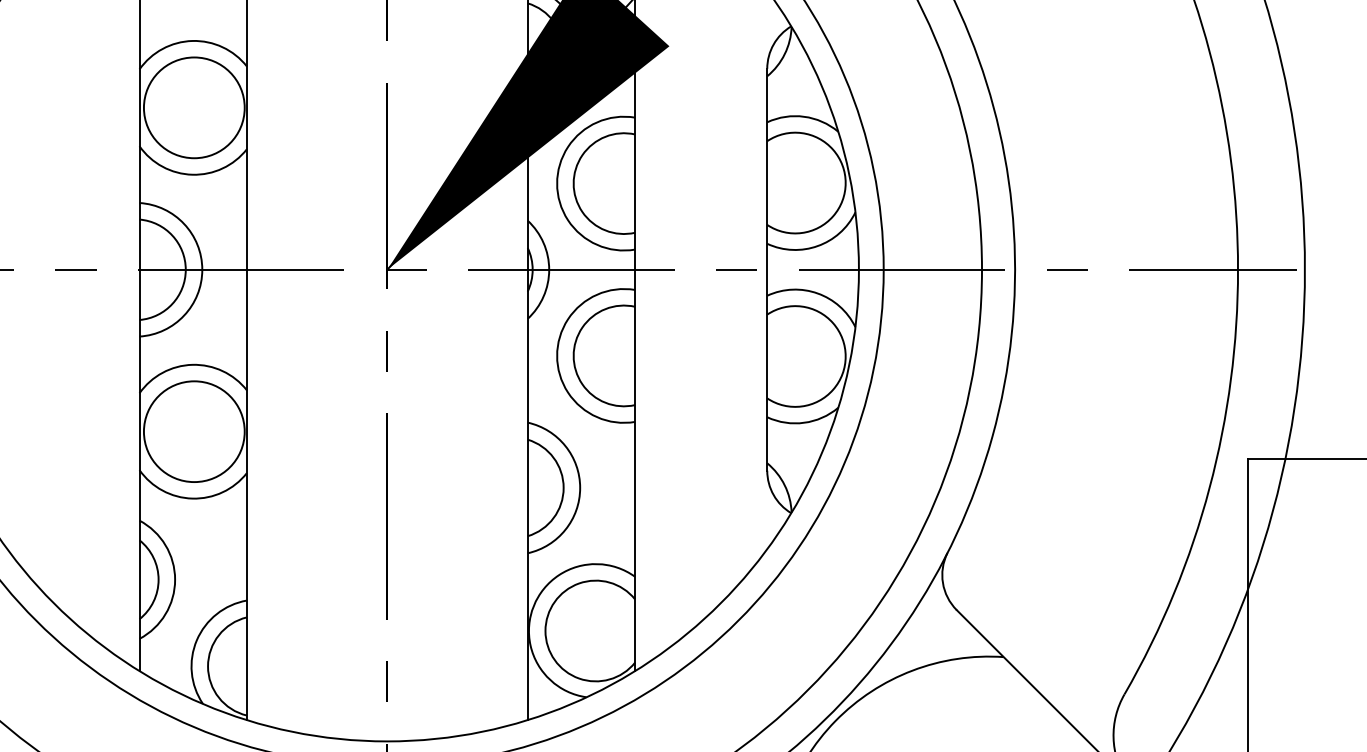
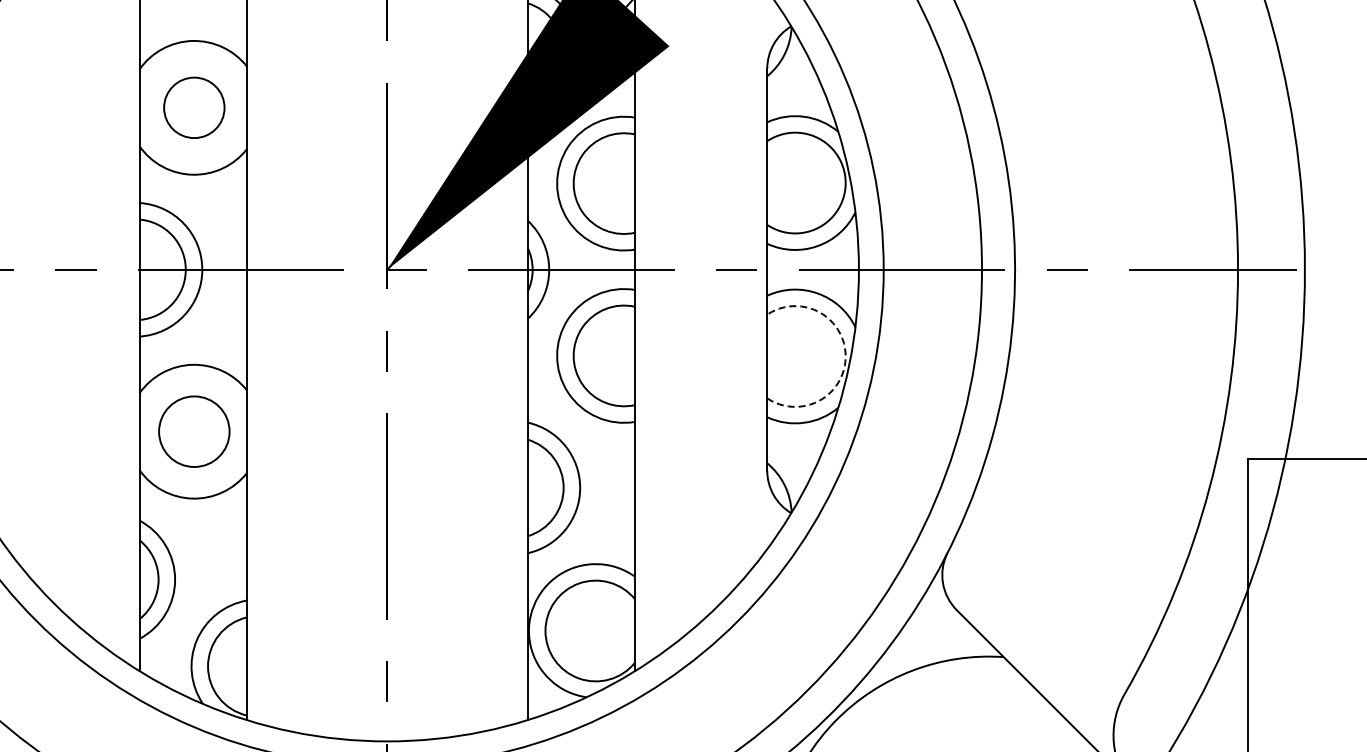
circle at (193, 107) diameter: 101 px -> 60 px
arc at (845, 356): solid -> dashed
circle at (193, 431) diameter: 101 px -> 71 px
